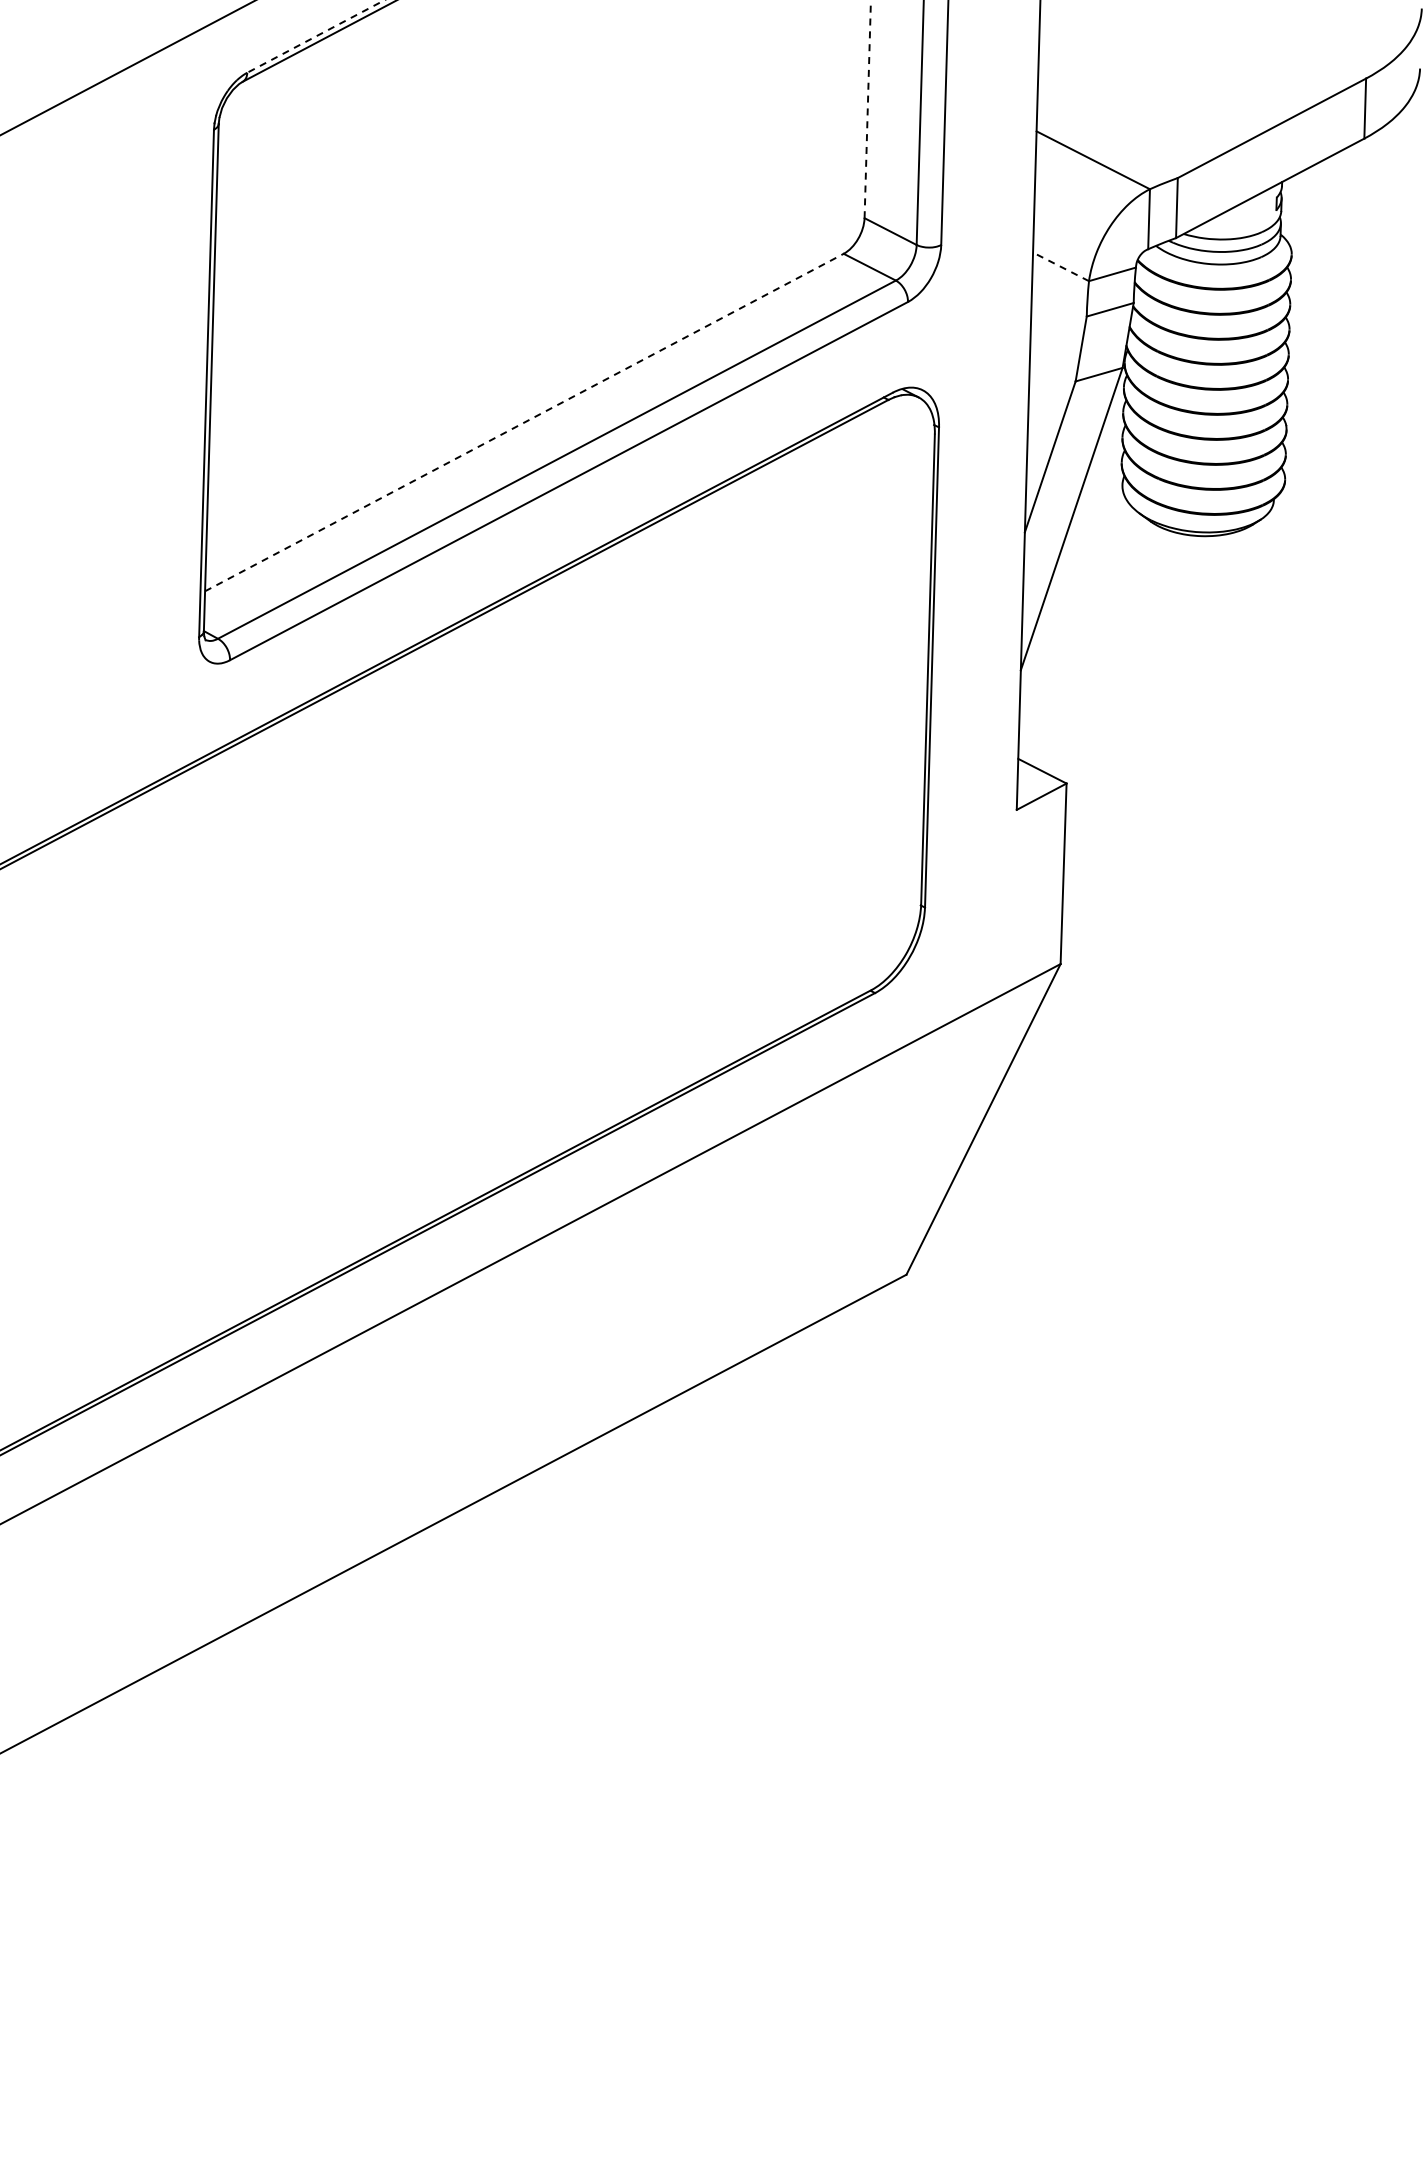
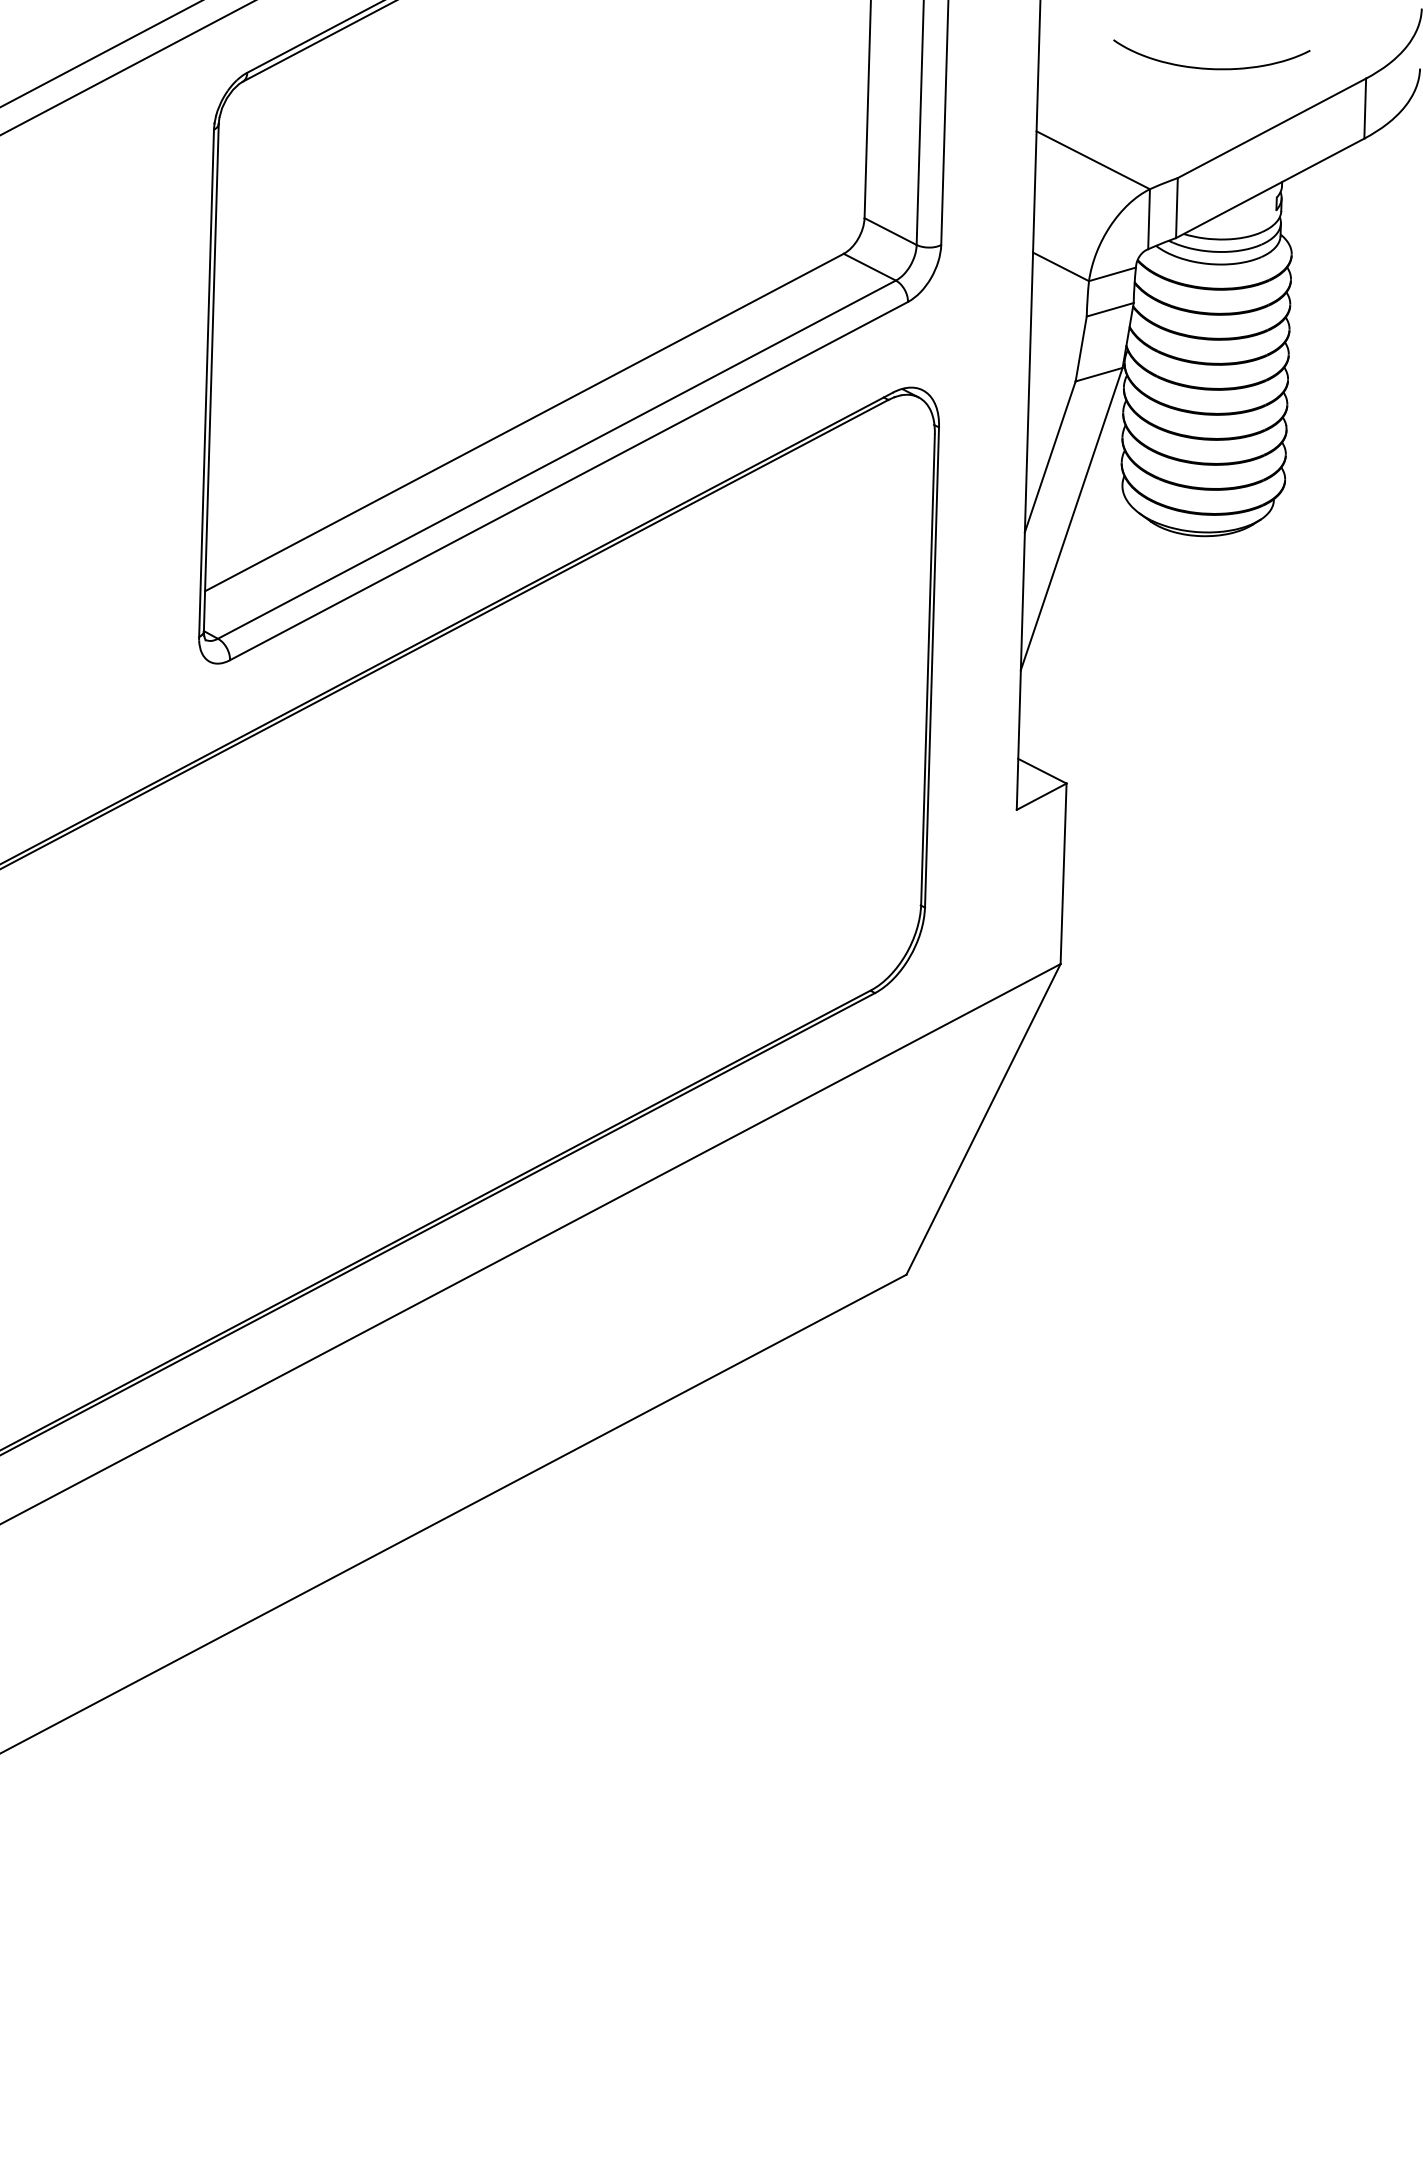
line at (315, 36): dashed -> solid
line at (100, 54): none -> present
curve at (1206, 67): none -> present
line at (867, 109): dashed -> solid
line at (1060, 266): dashed -> solid
line at (524, 422): dashed -> solid
